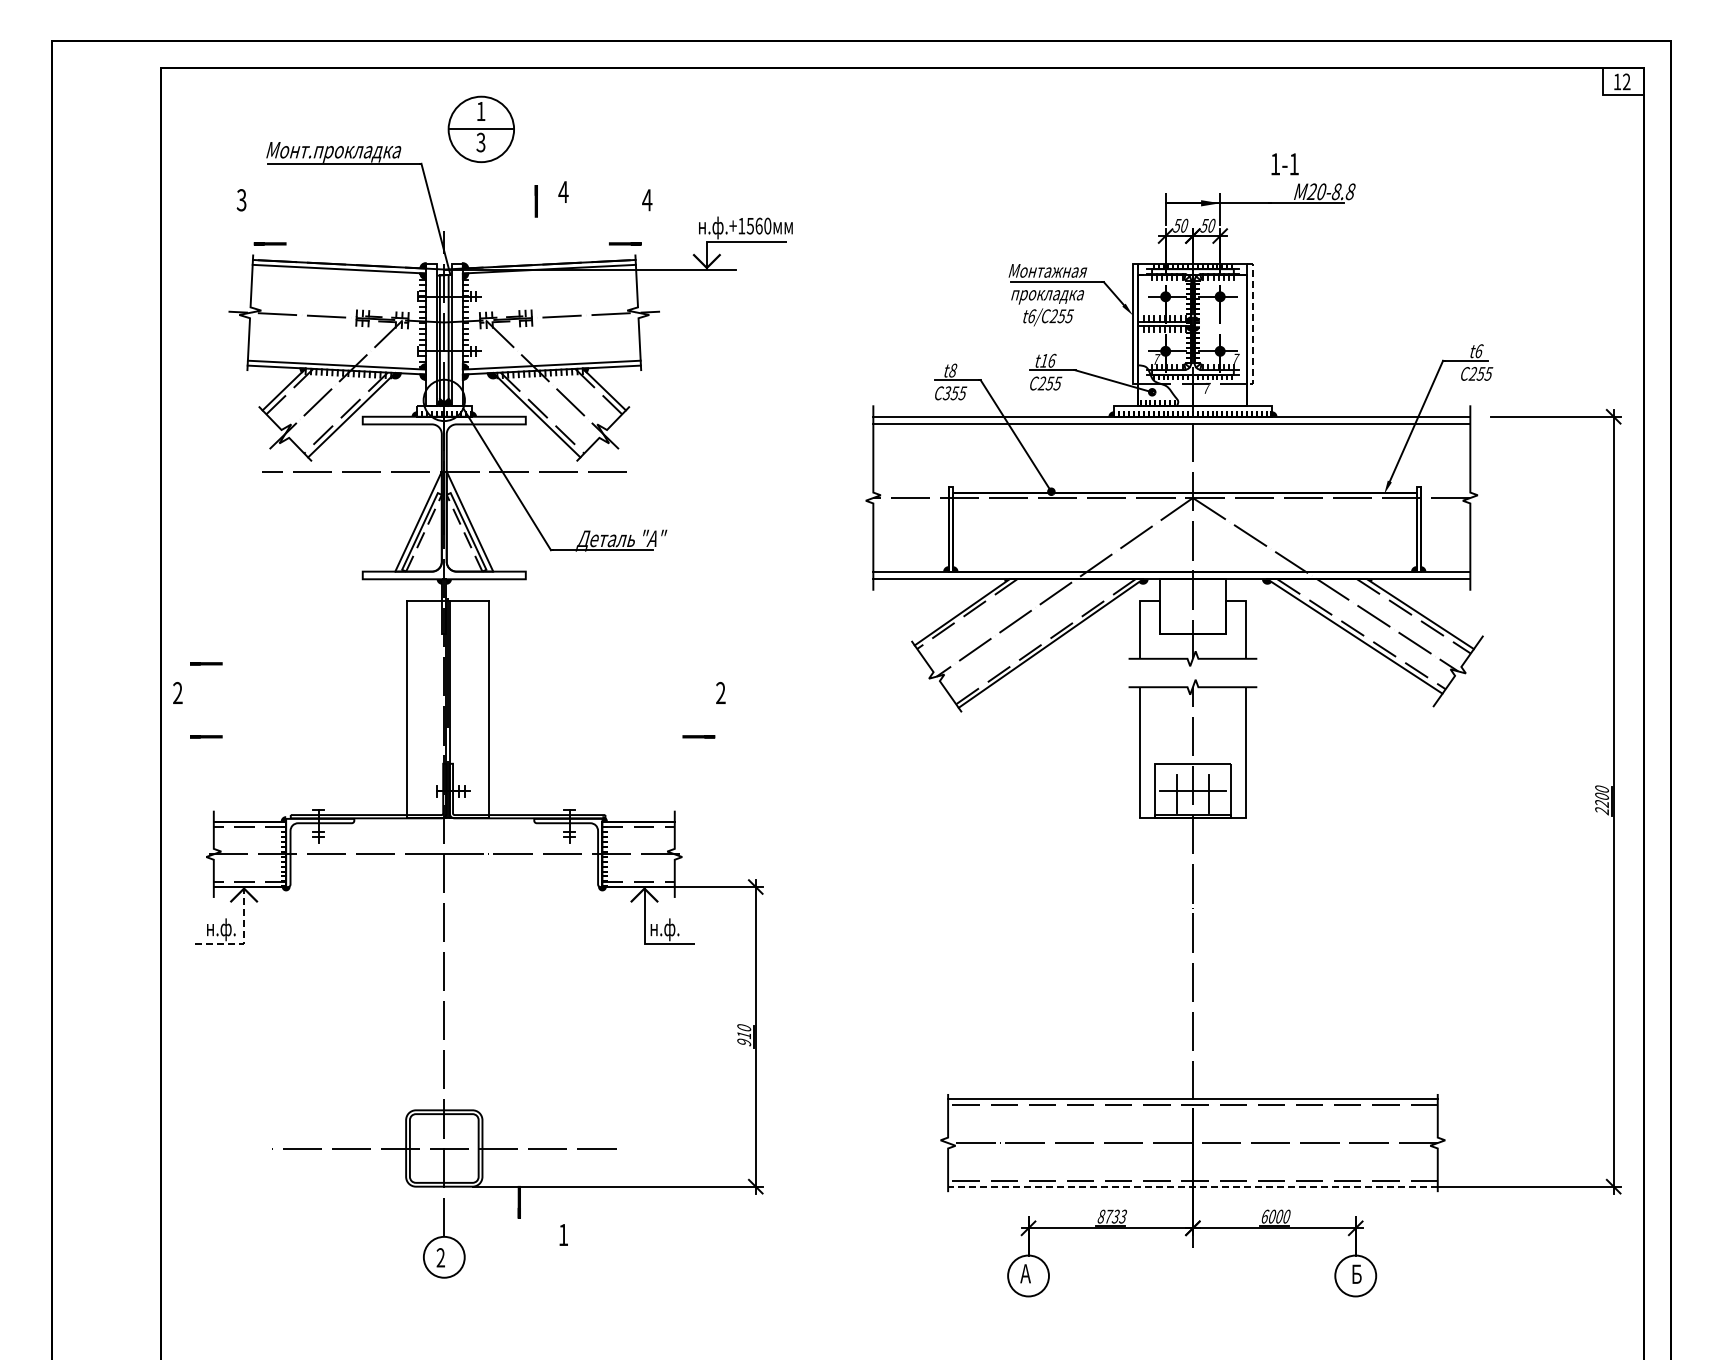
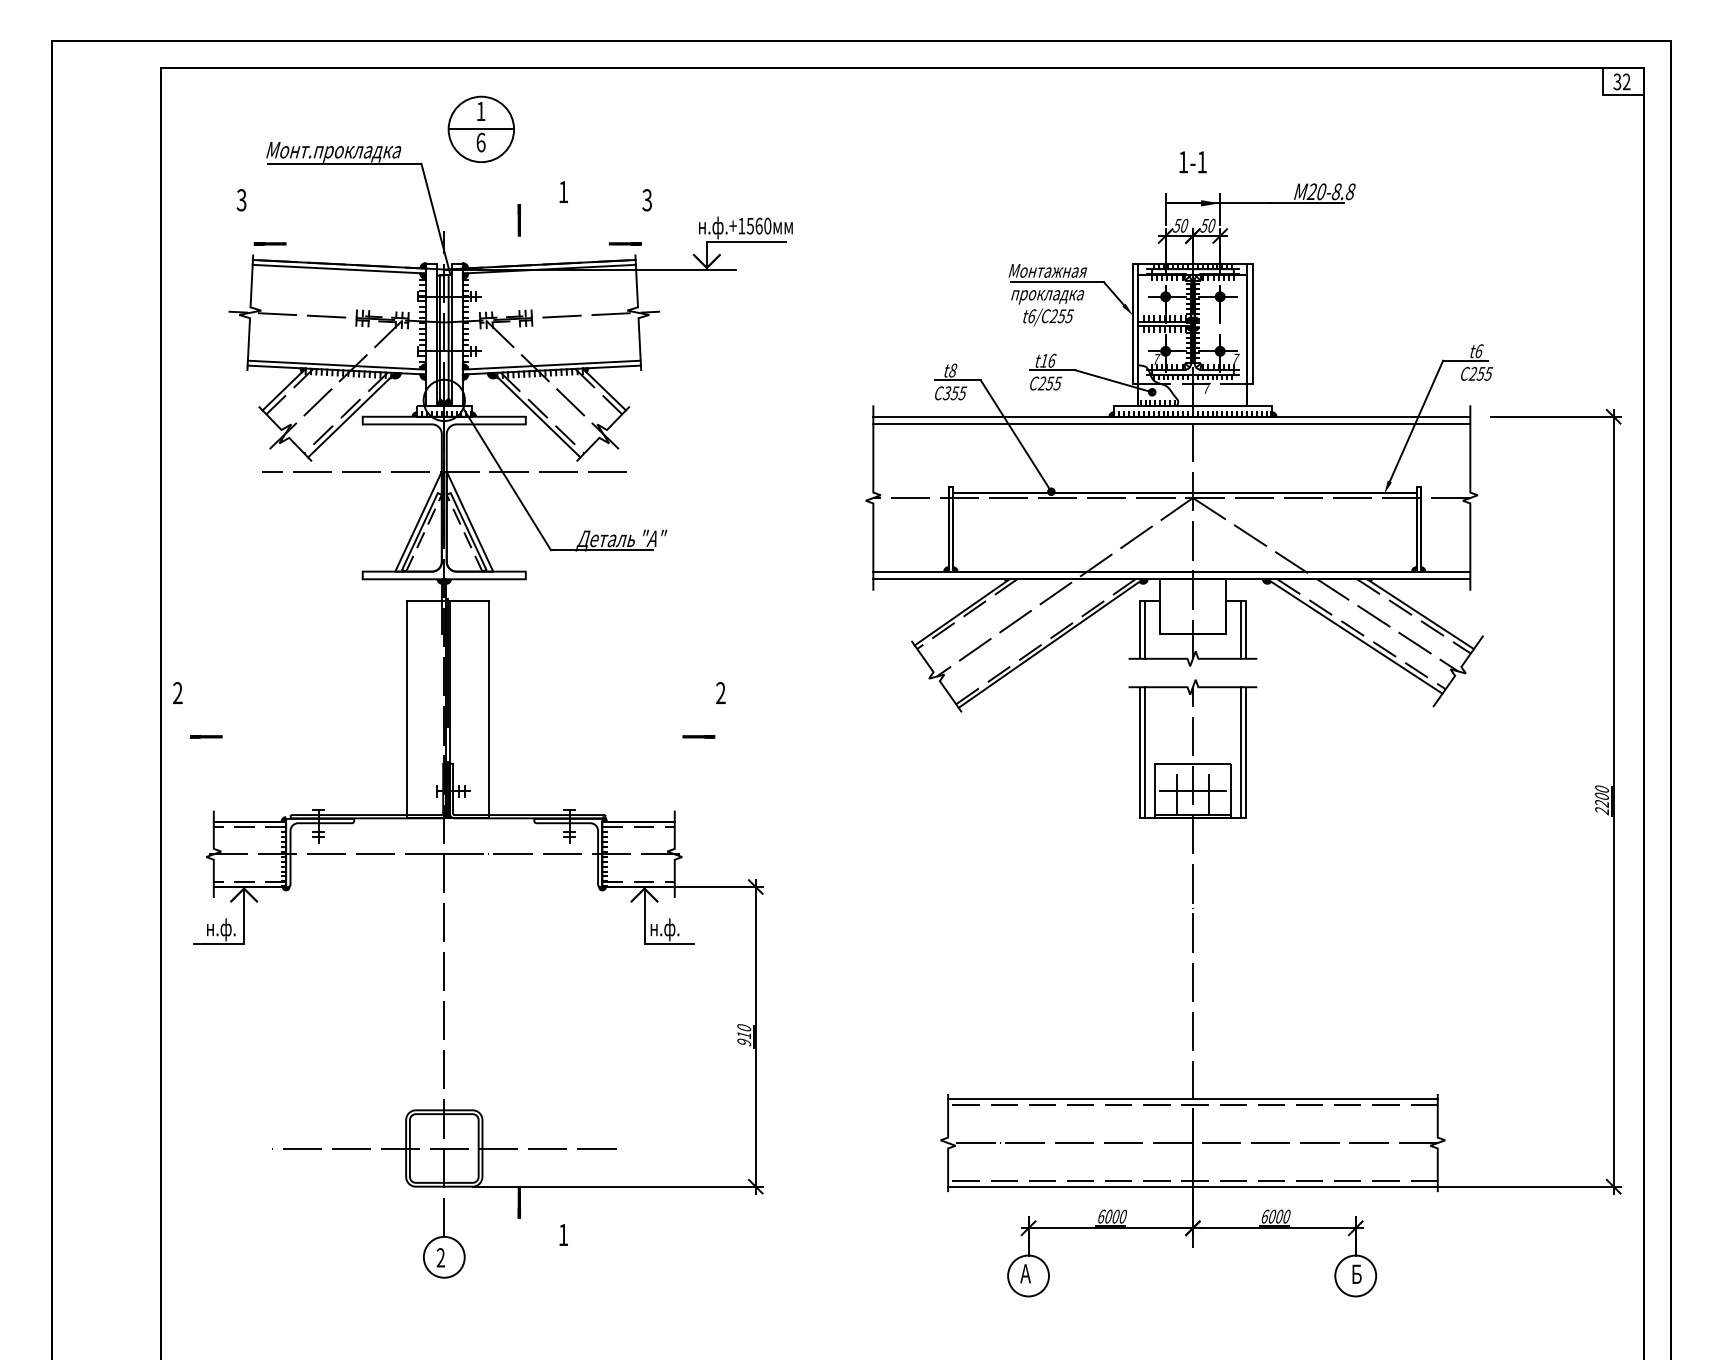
text at (1617, 81): 12 -> 32
text at (480, 142): 3 -> 6
text at (1284, 164) position: (1284, 164) -> (1192, 162)
text at (563, 191): 4 -> 1
text at (647, 200): 4 -> 3
line at (535, 201) position: (535, 201) -> (518, 220)
line at (1252, 324): dashed -> solid
line at (1144, 629): none -> present
line at (1240, 629): none -> present
line at (206, 663): present -> none
line at (1144, 752): none -> present
line at (1240, 752): none -> present
line at (244, 941): dashed -> solid
line at (1192, 1186): dashed -> solid
text at (1111, 1216): 8733 -> 6000
